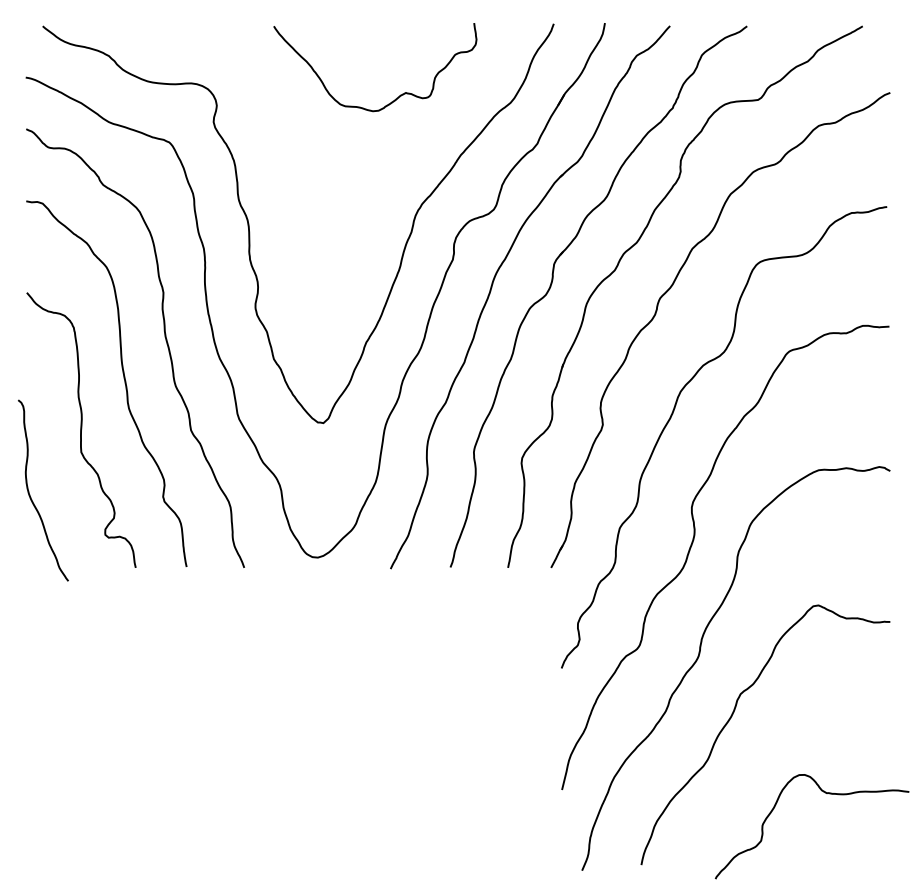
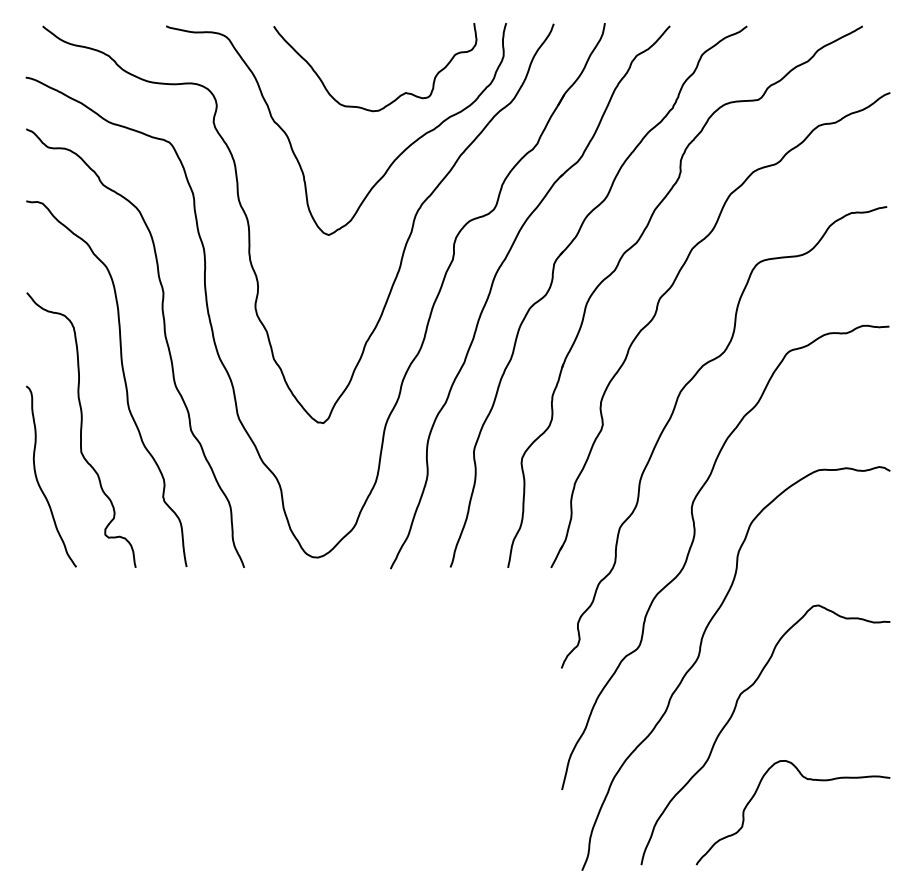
curve at (291, 143): none -> present
curve at (30, 494) position: (30, 494) -> (38, 480)
curve at (825, 793) position: (825, 793) -> (806, 779)
